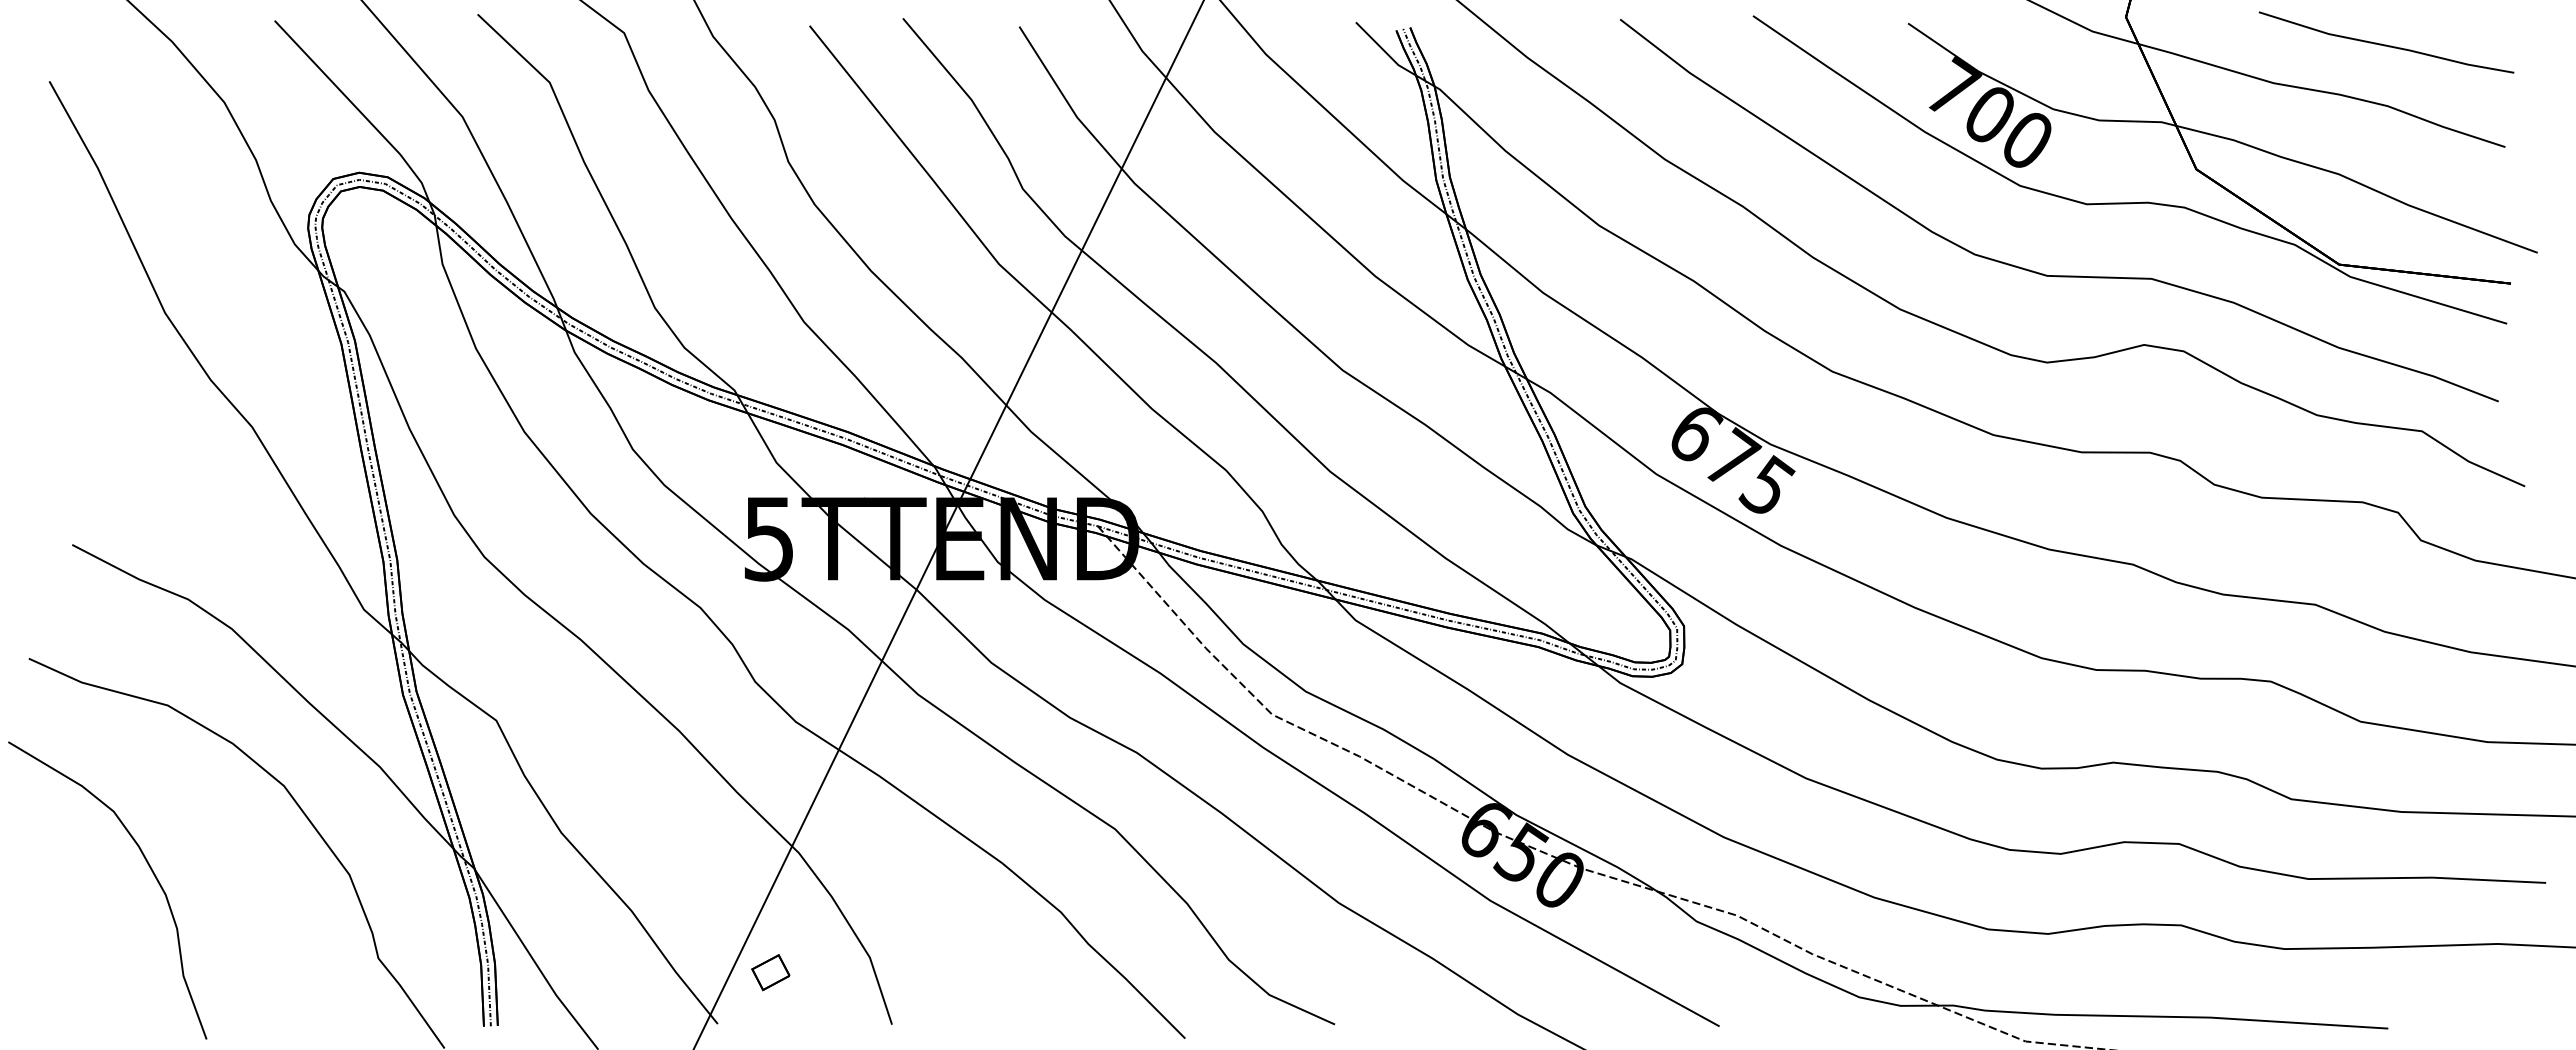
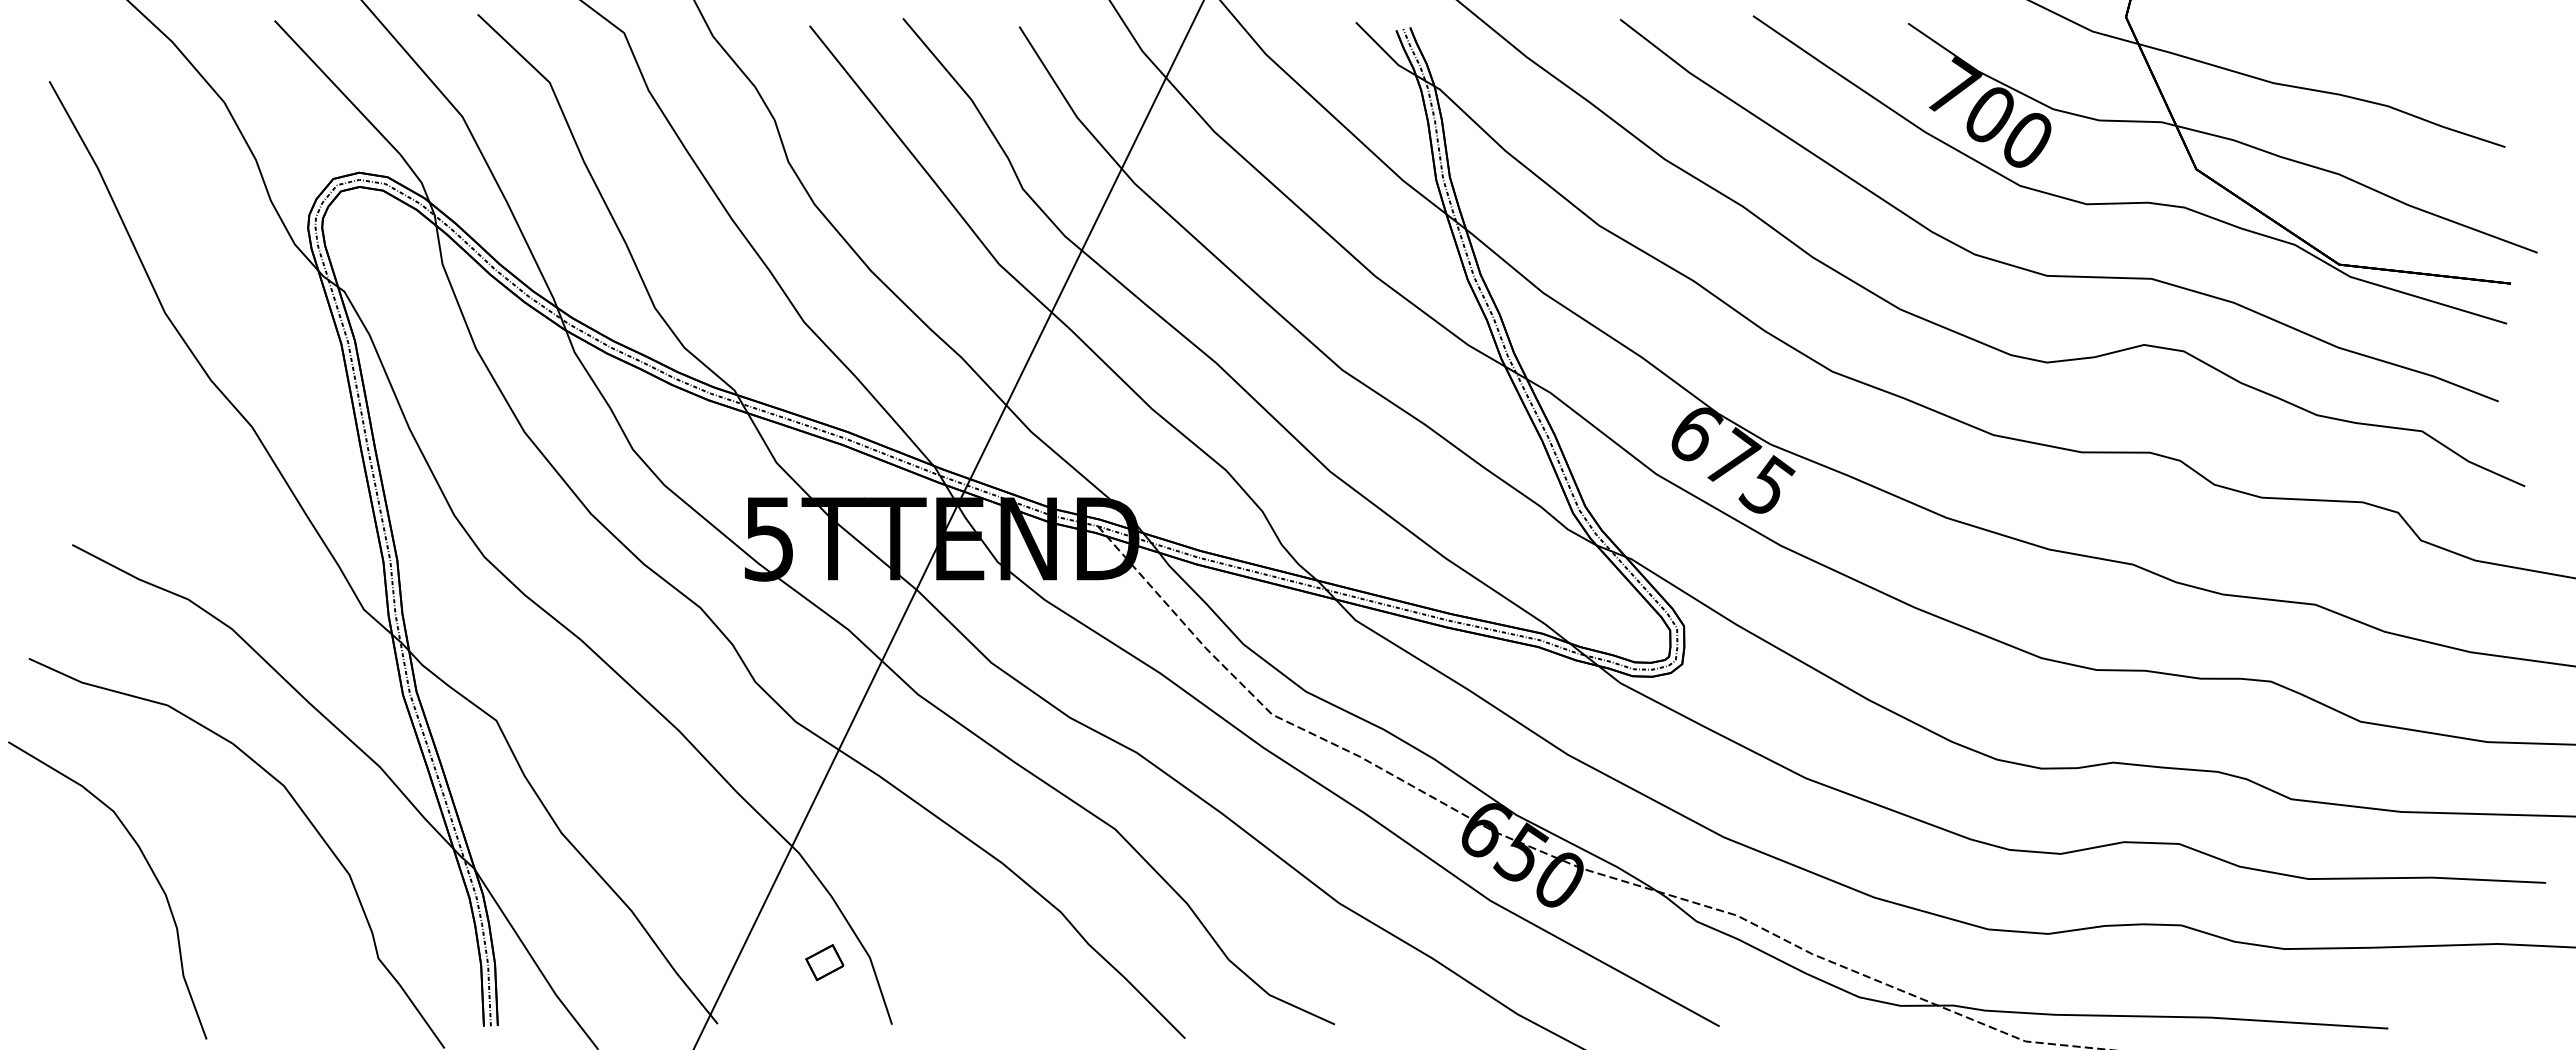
line at (2386, 44): present -> none
part at (770, 972) position: (770, 972) -> (824, 962)
